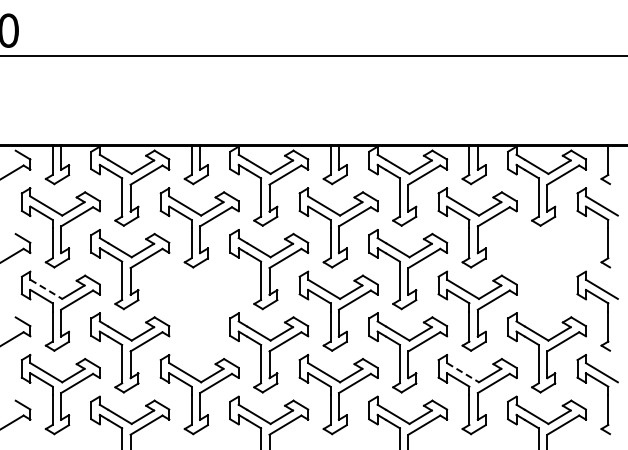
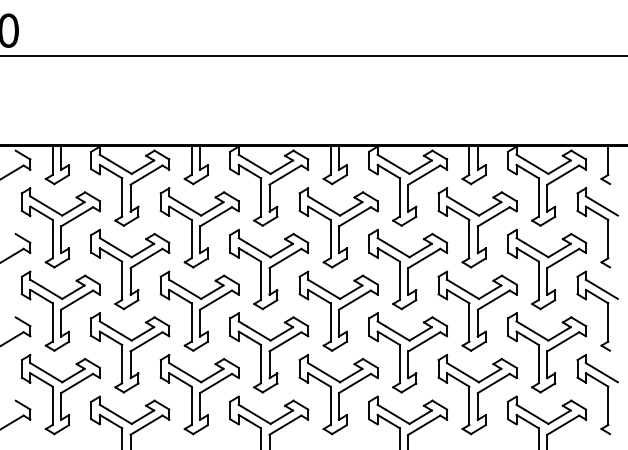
part at (546, 269): none -> present
line at (46, 289): dashed -> solid
part at (199, 310): none -> present
line at (463, 372): dashed -> solid
